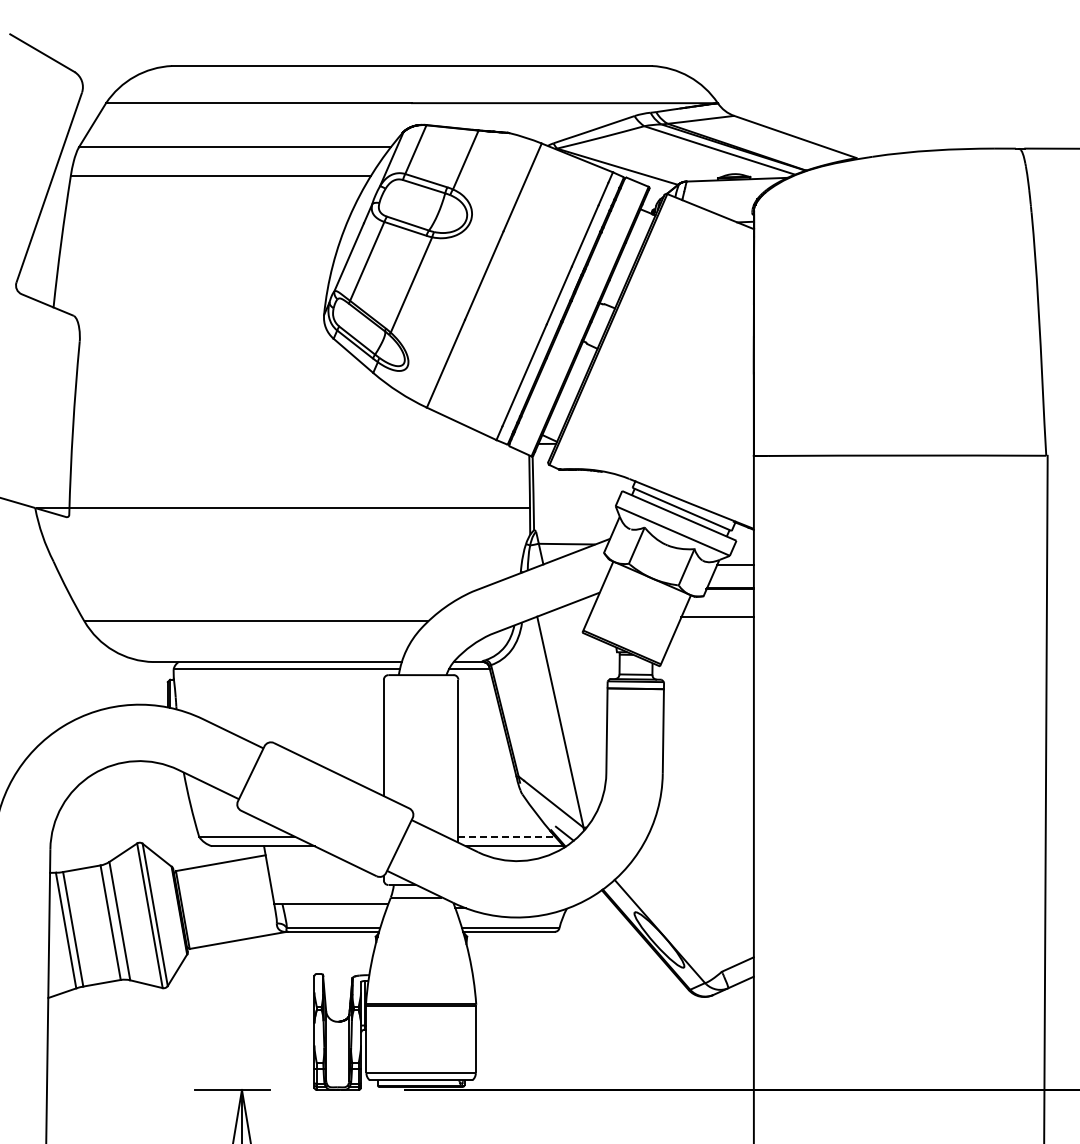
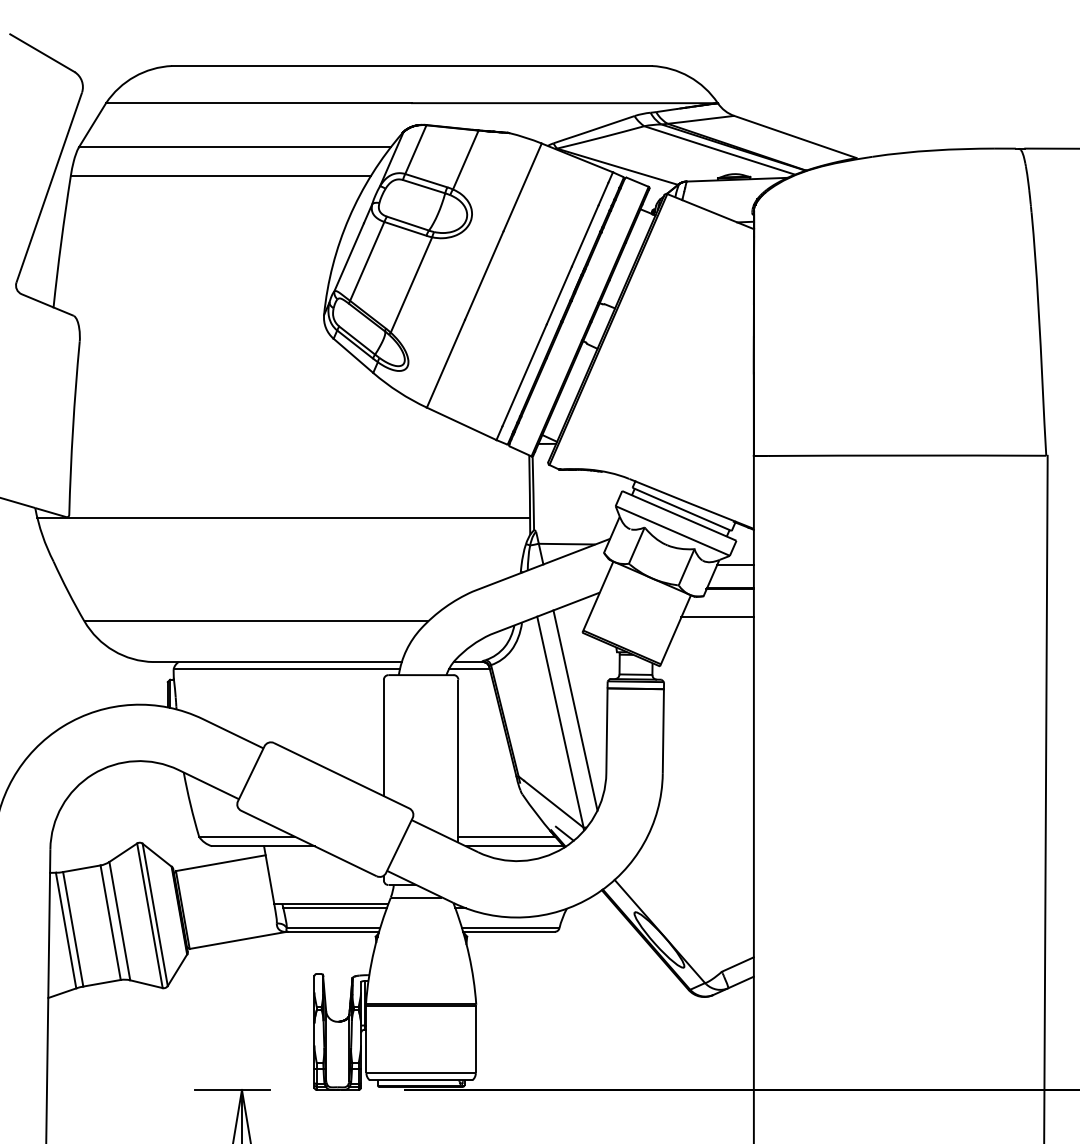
line at (283, 508) position: (283, 508) -> (283, 518)
line at (575, 710): none -> present
line at (506, 836): dashed -> solid
line at (334, 908): none -> present
